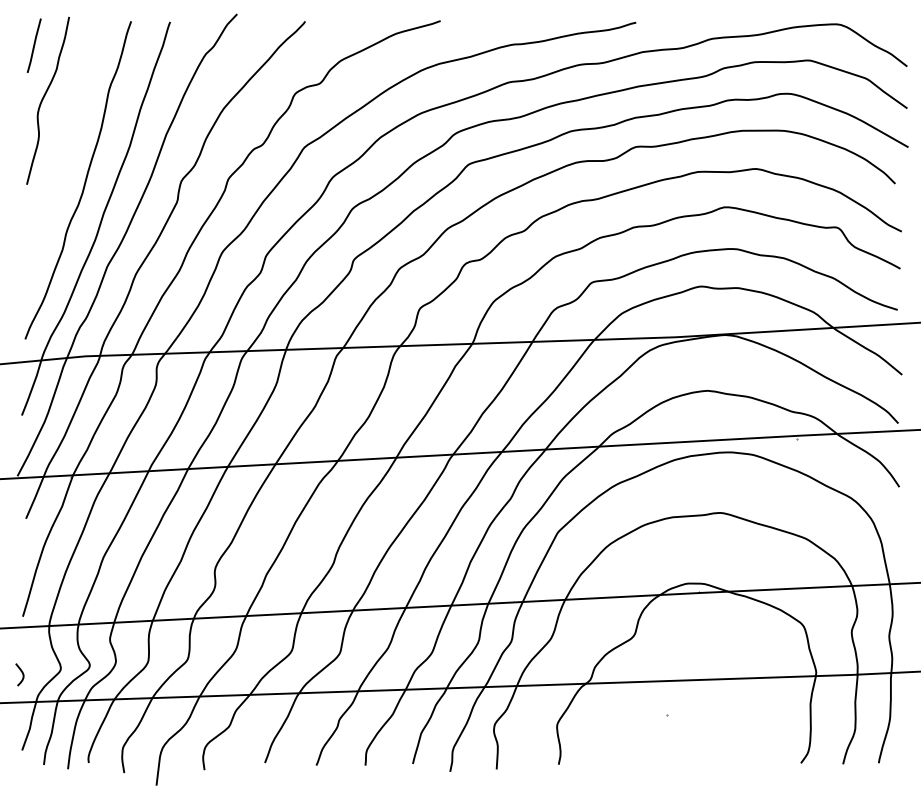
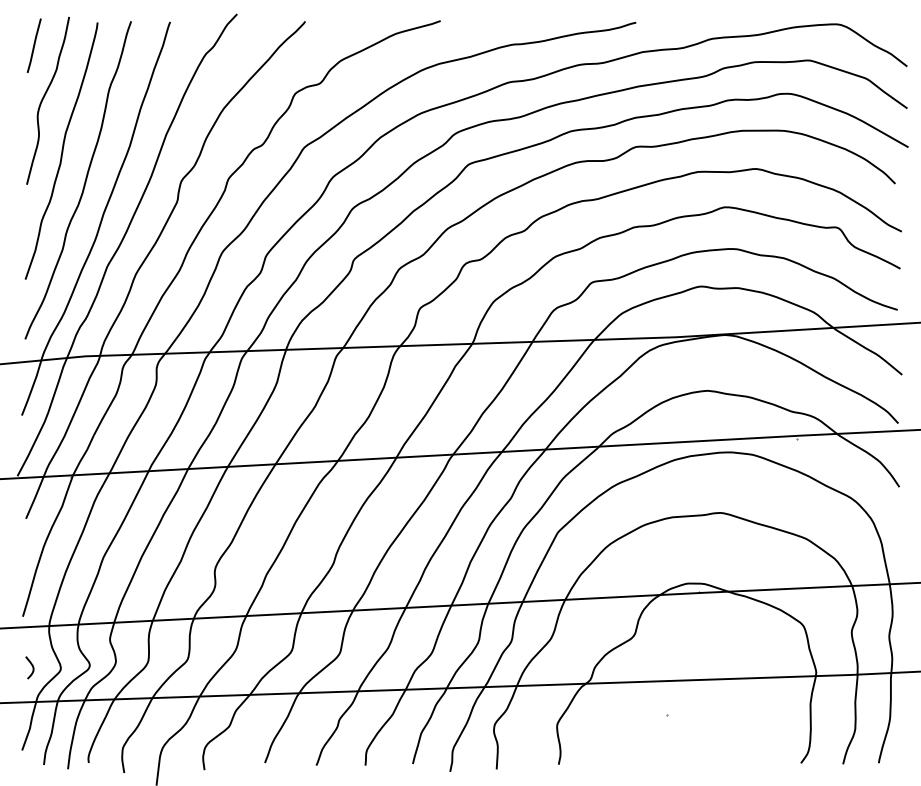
curve at (61, 150): none -> present
curve at (21, 672) position: (21, 672) -> (31, 665)
